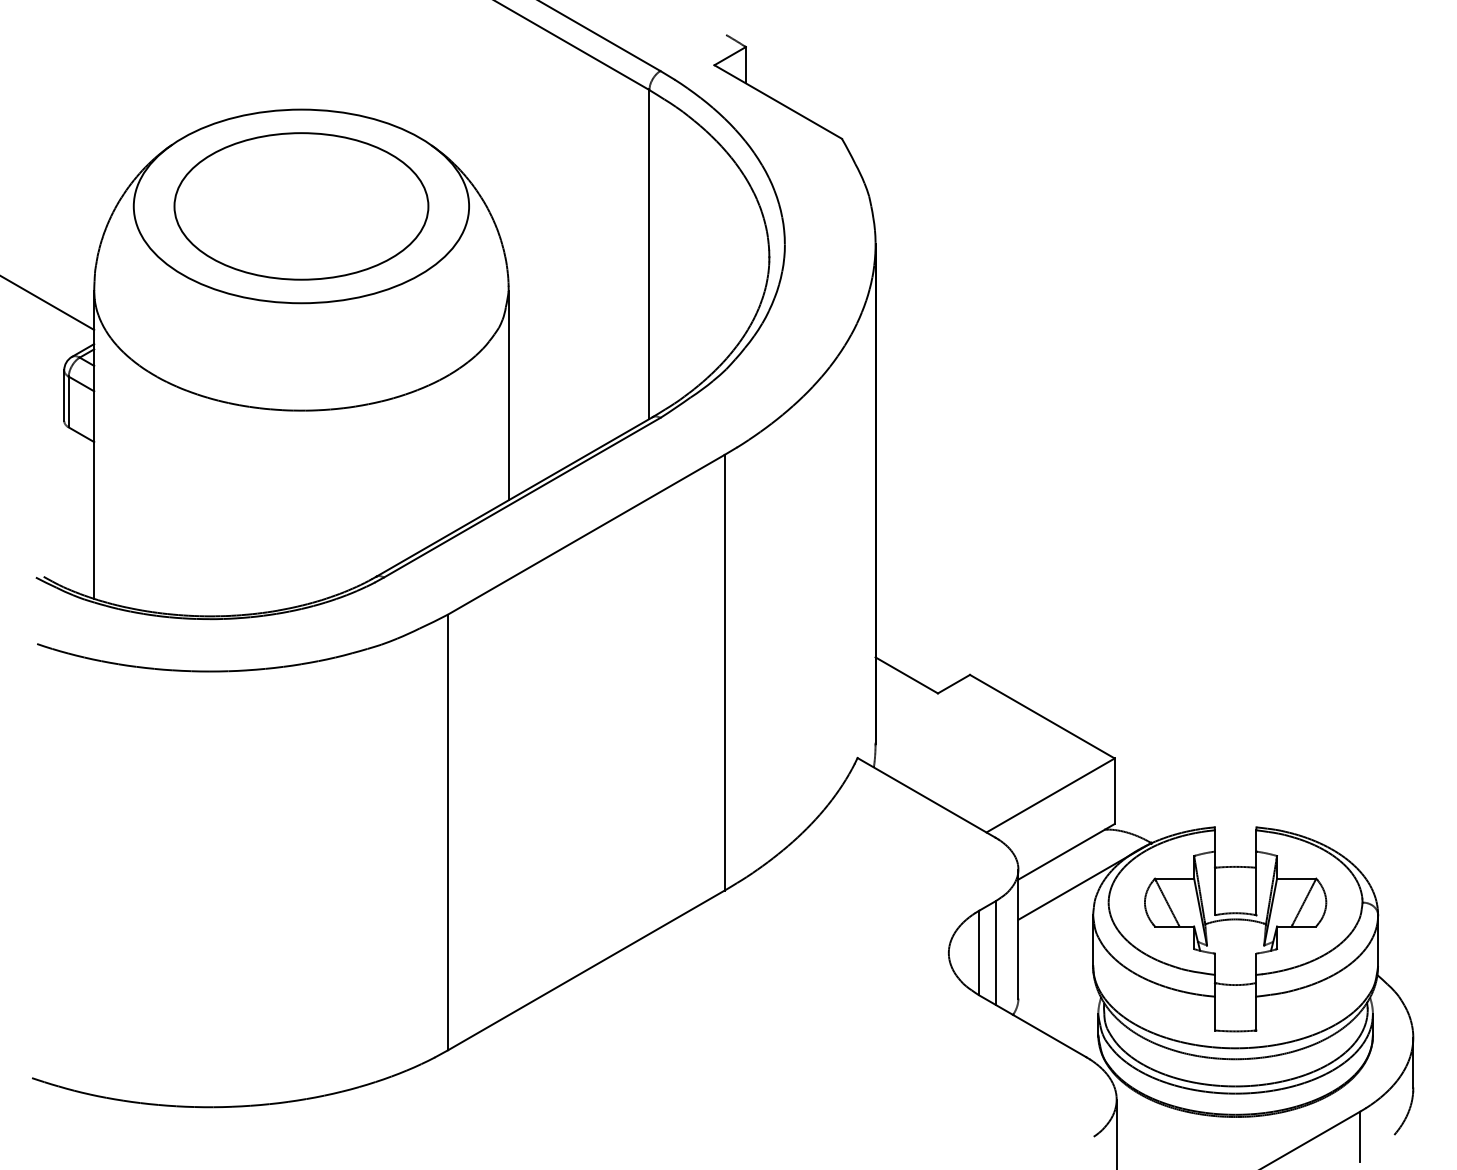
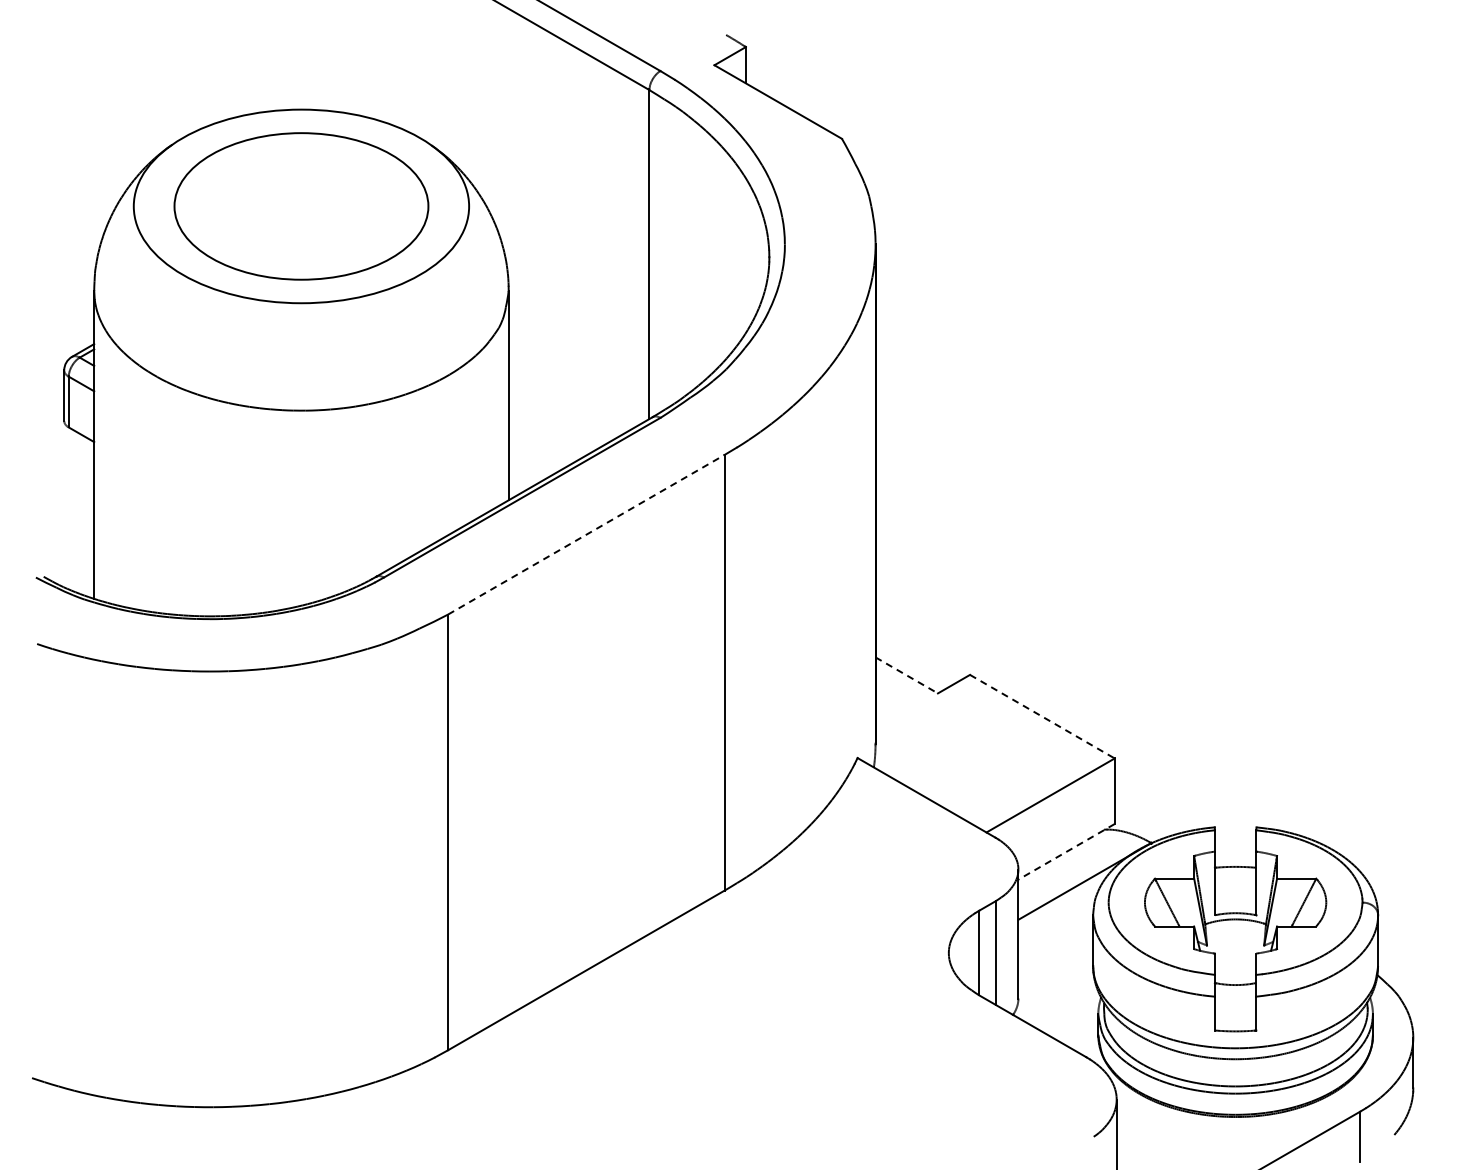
line at (48, 303): present -> none
line at (586, 534): solid -> dashed
line at (907, 675): solid -> dashed
line at (1042, 716): solid -> dashed
line at (1066, 851): solid -> dashed
